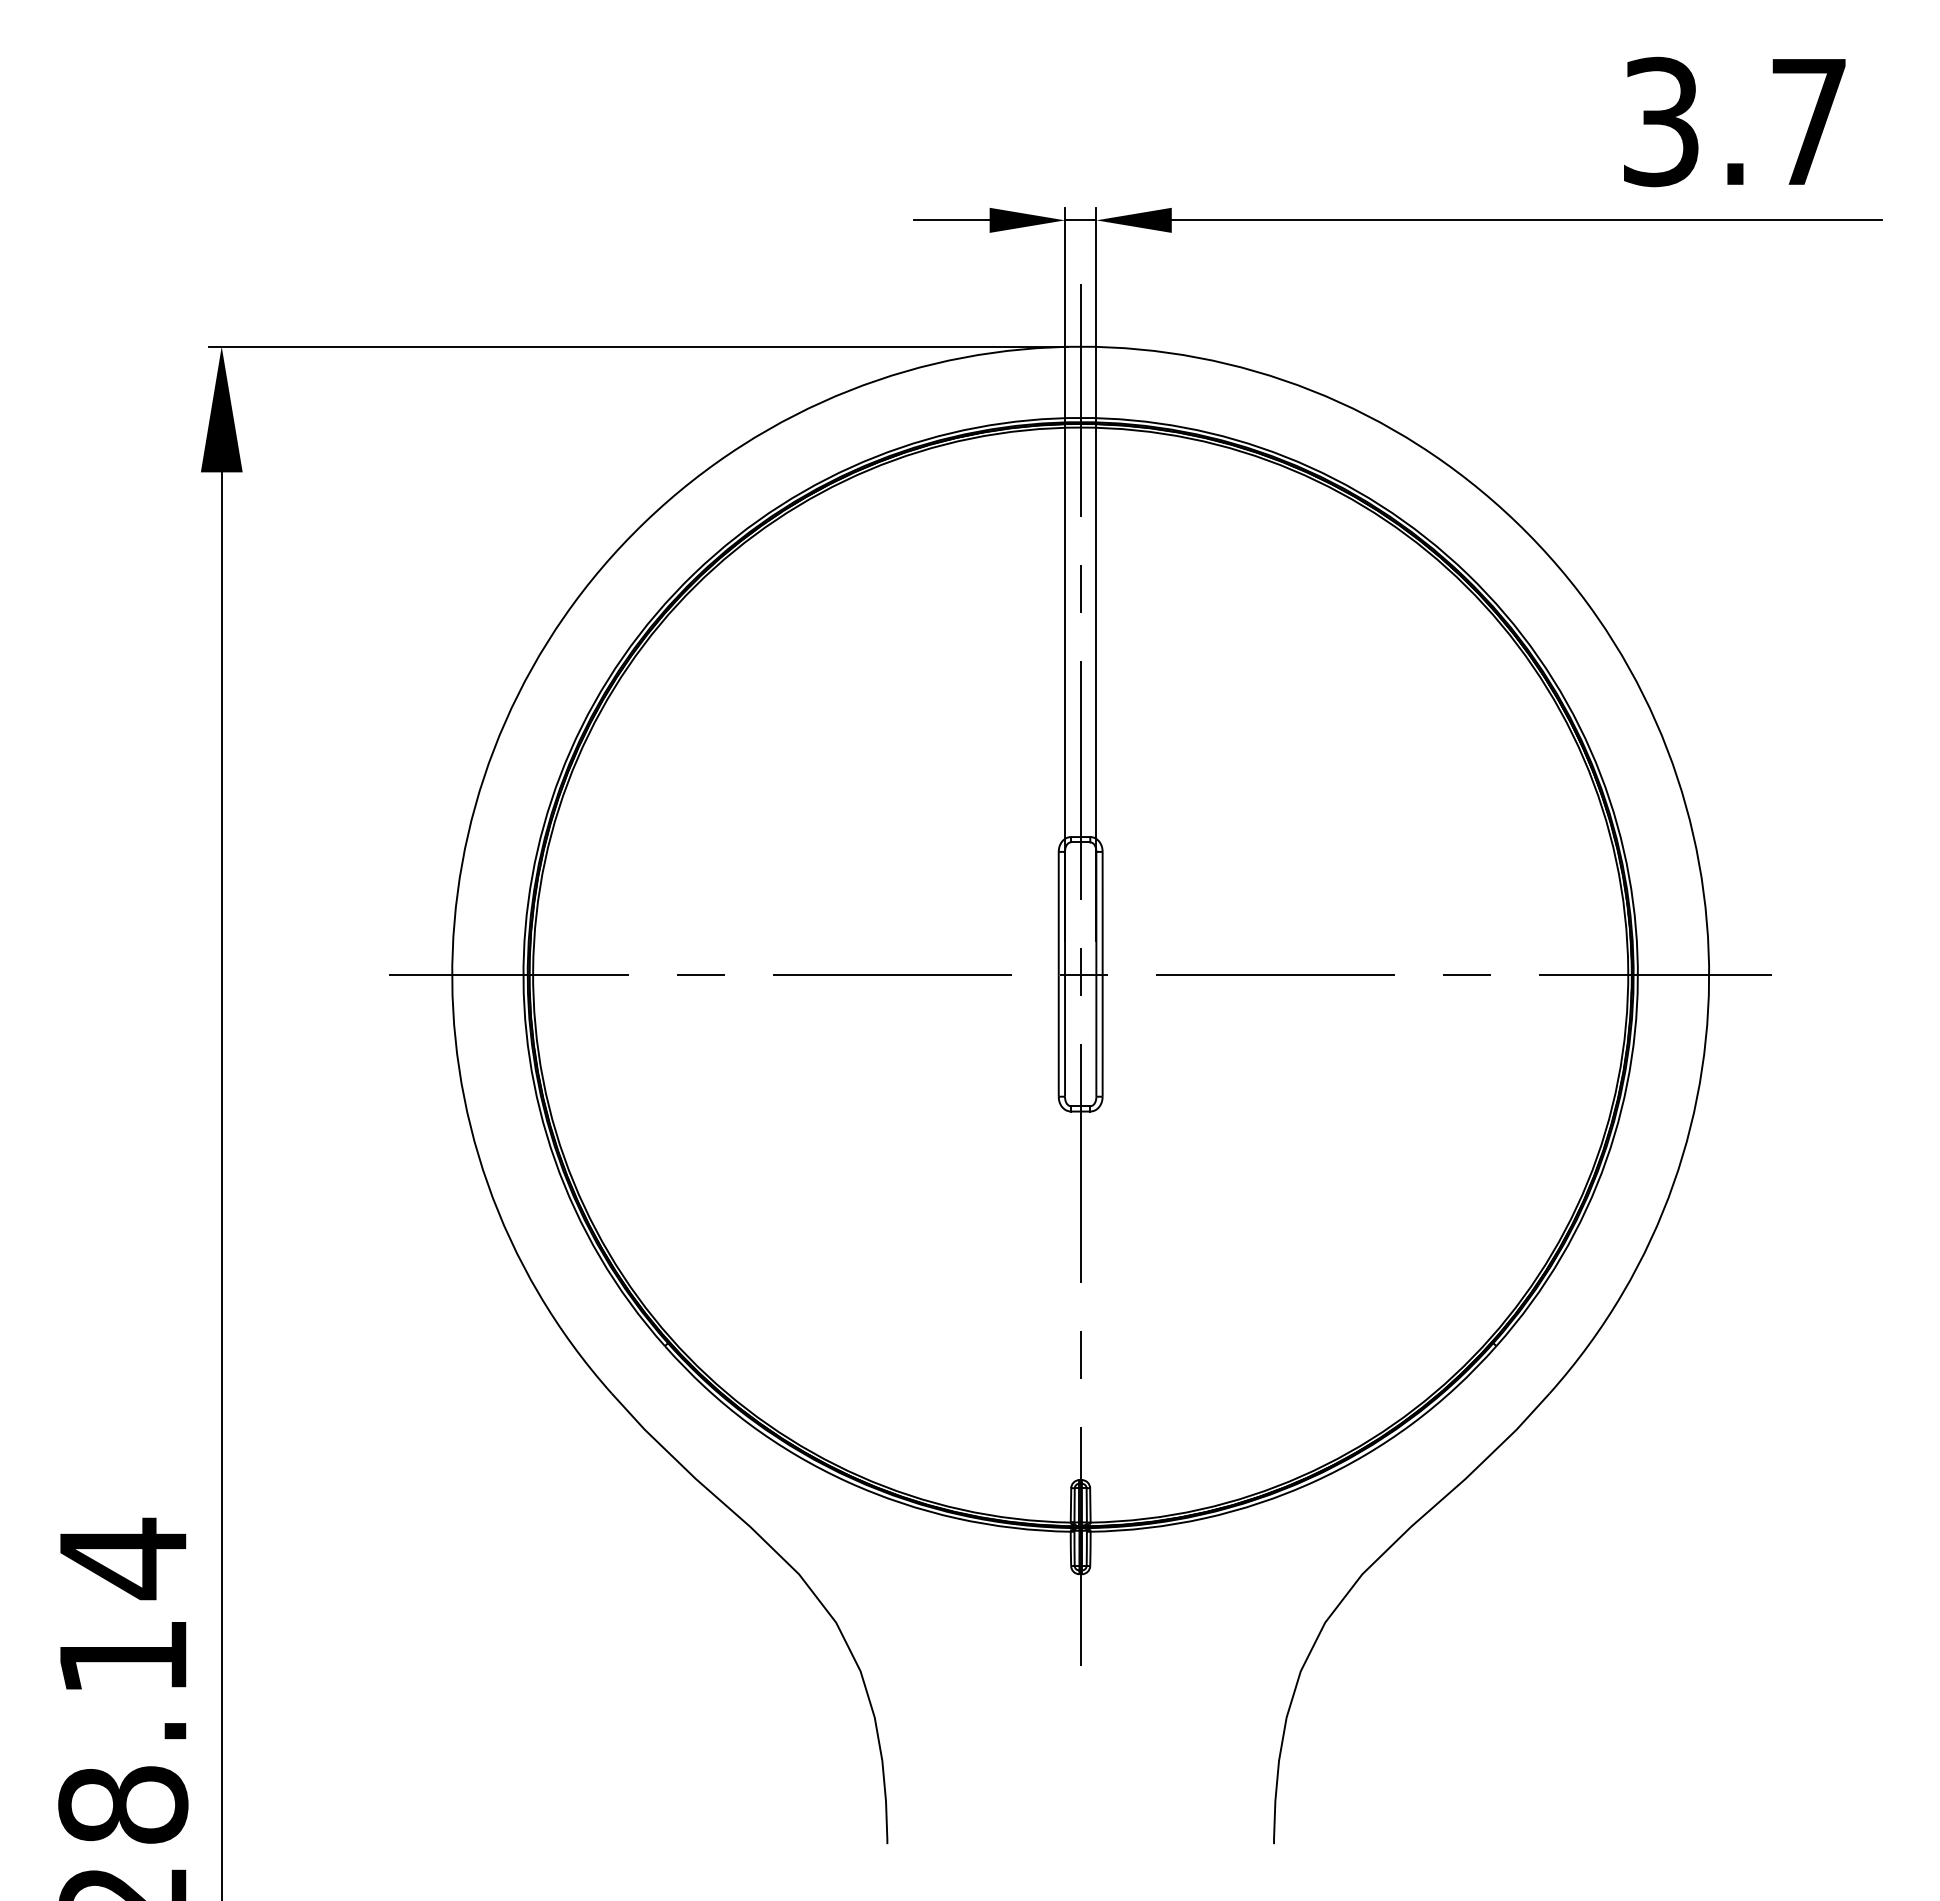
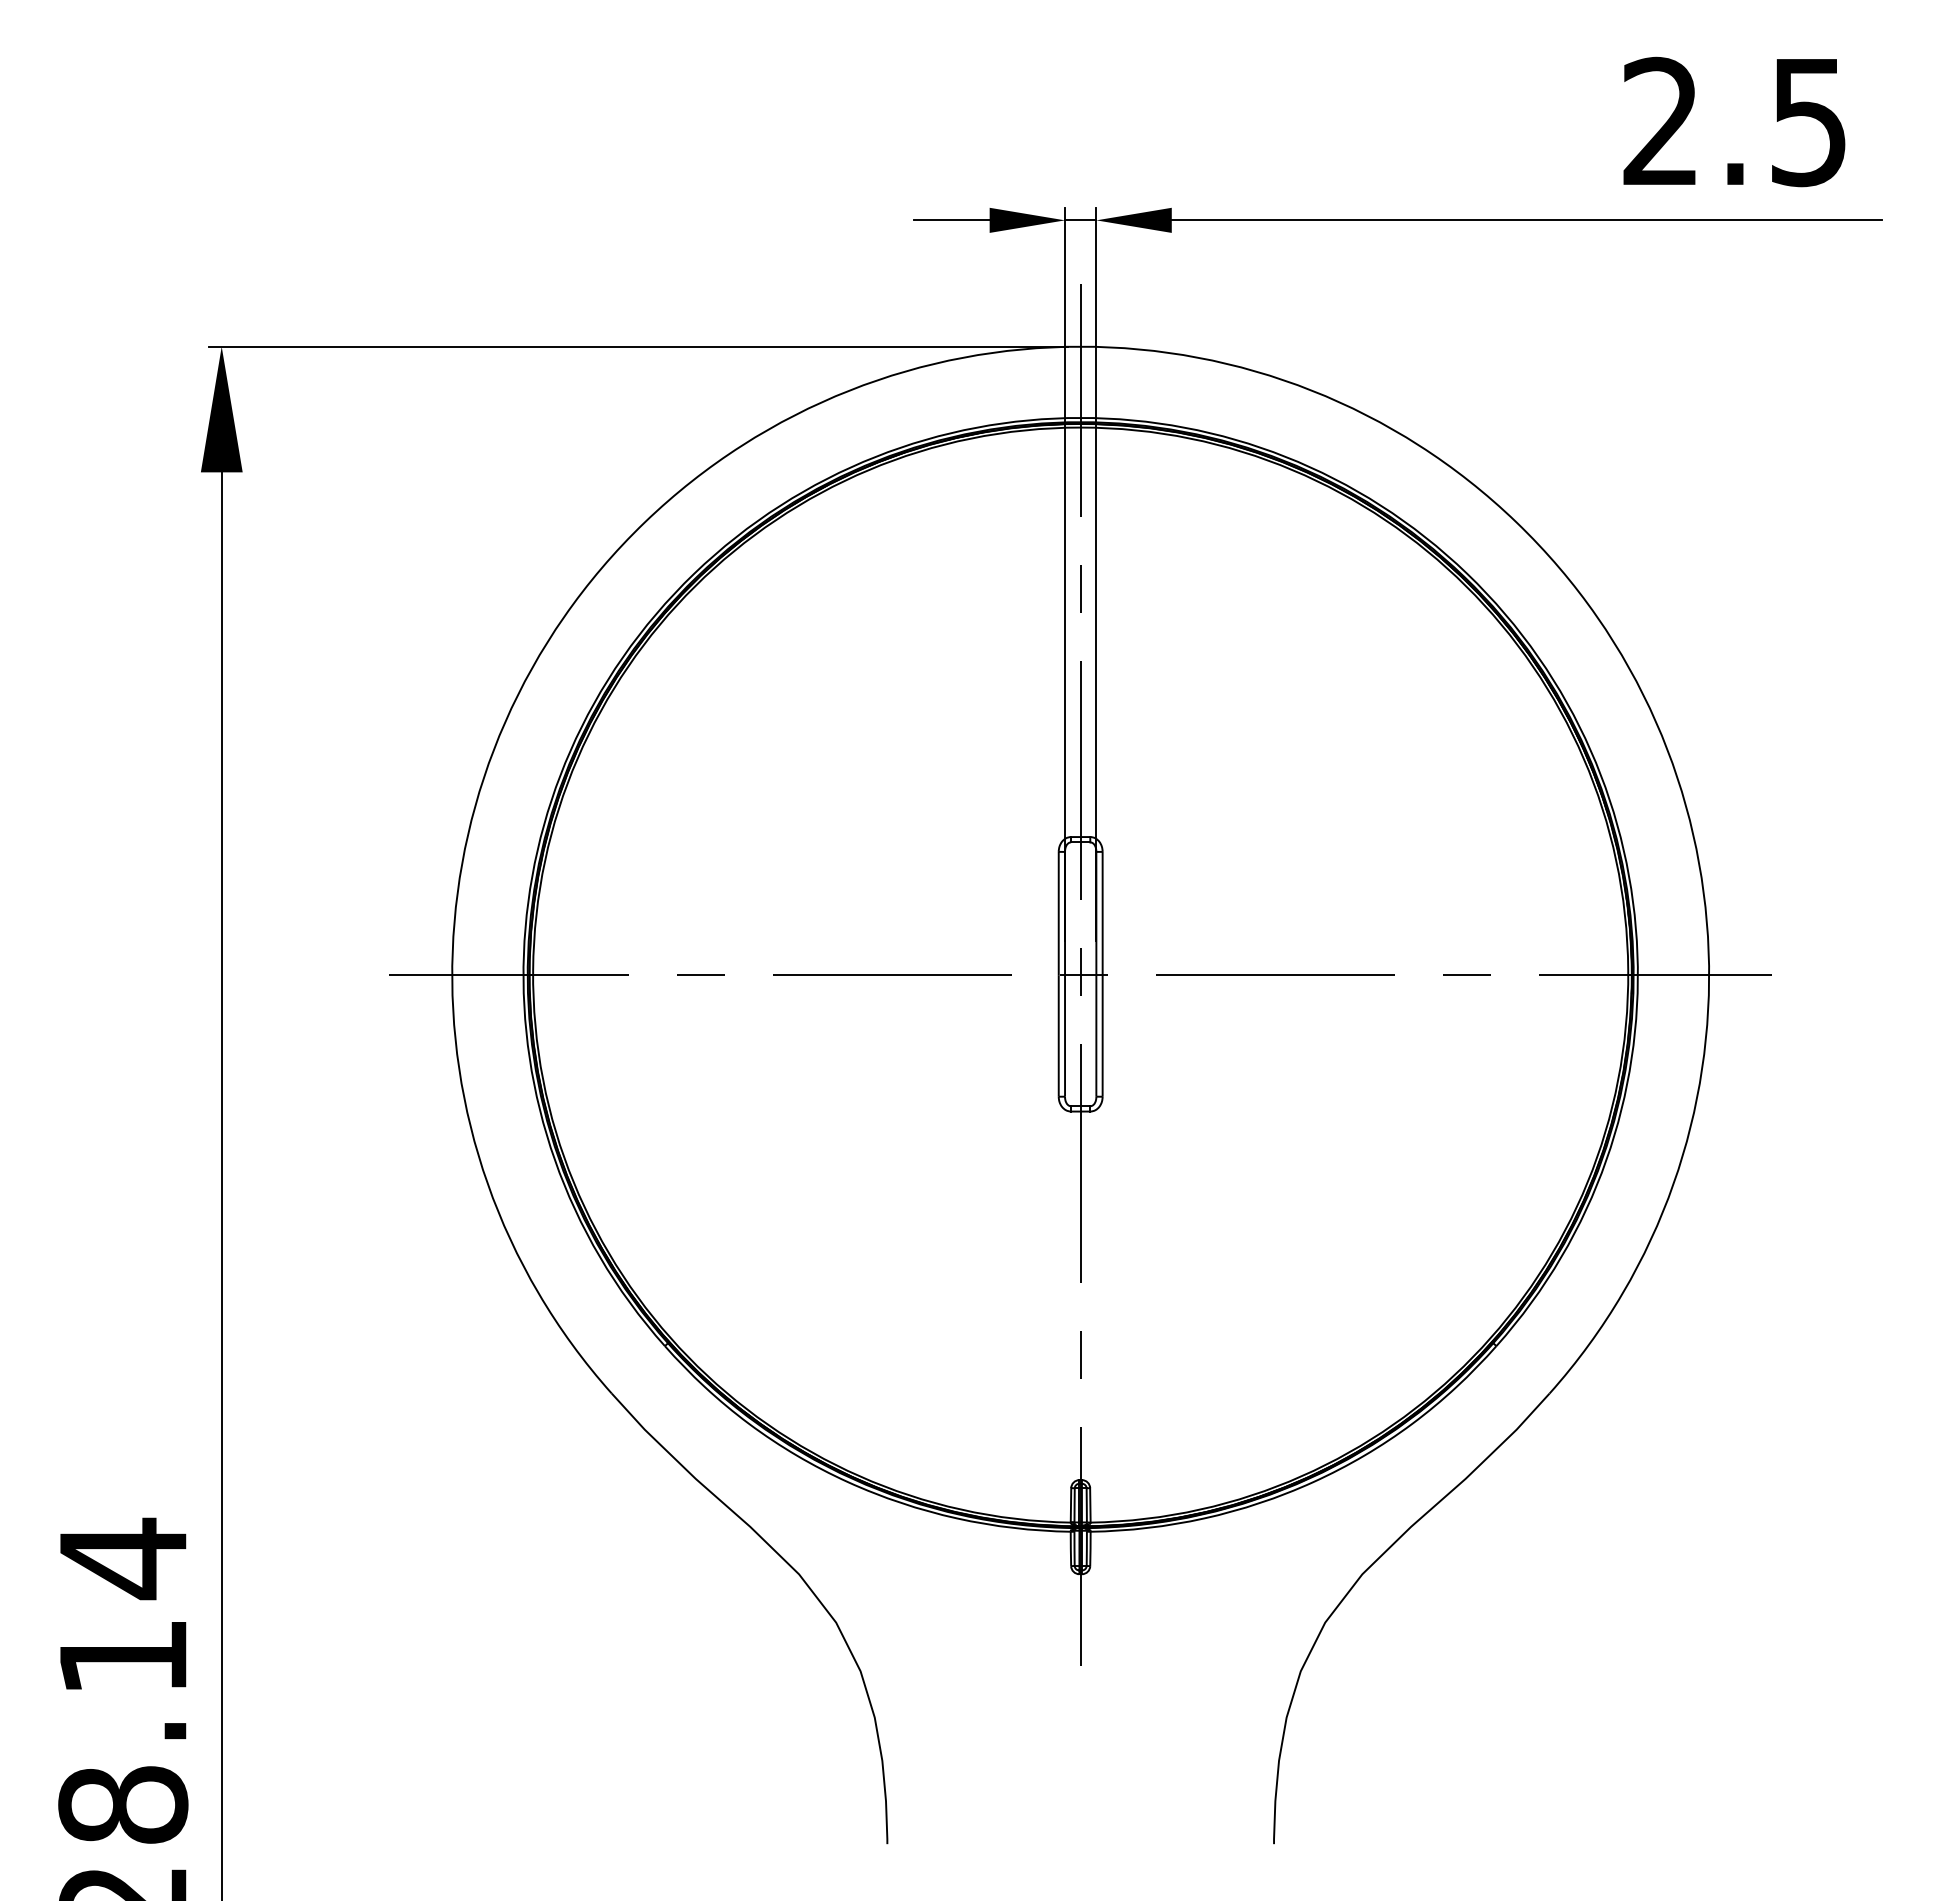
text at (1734, 122): 3.7 -> 2.5
